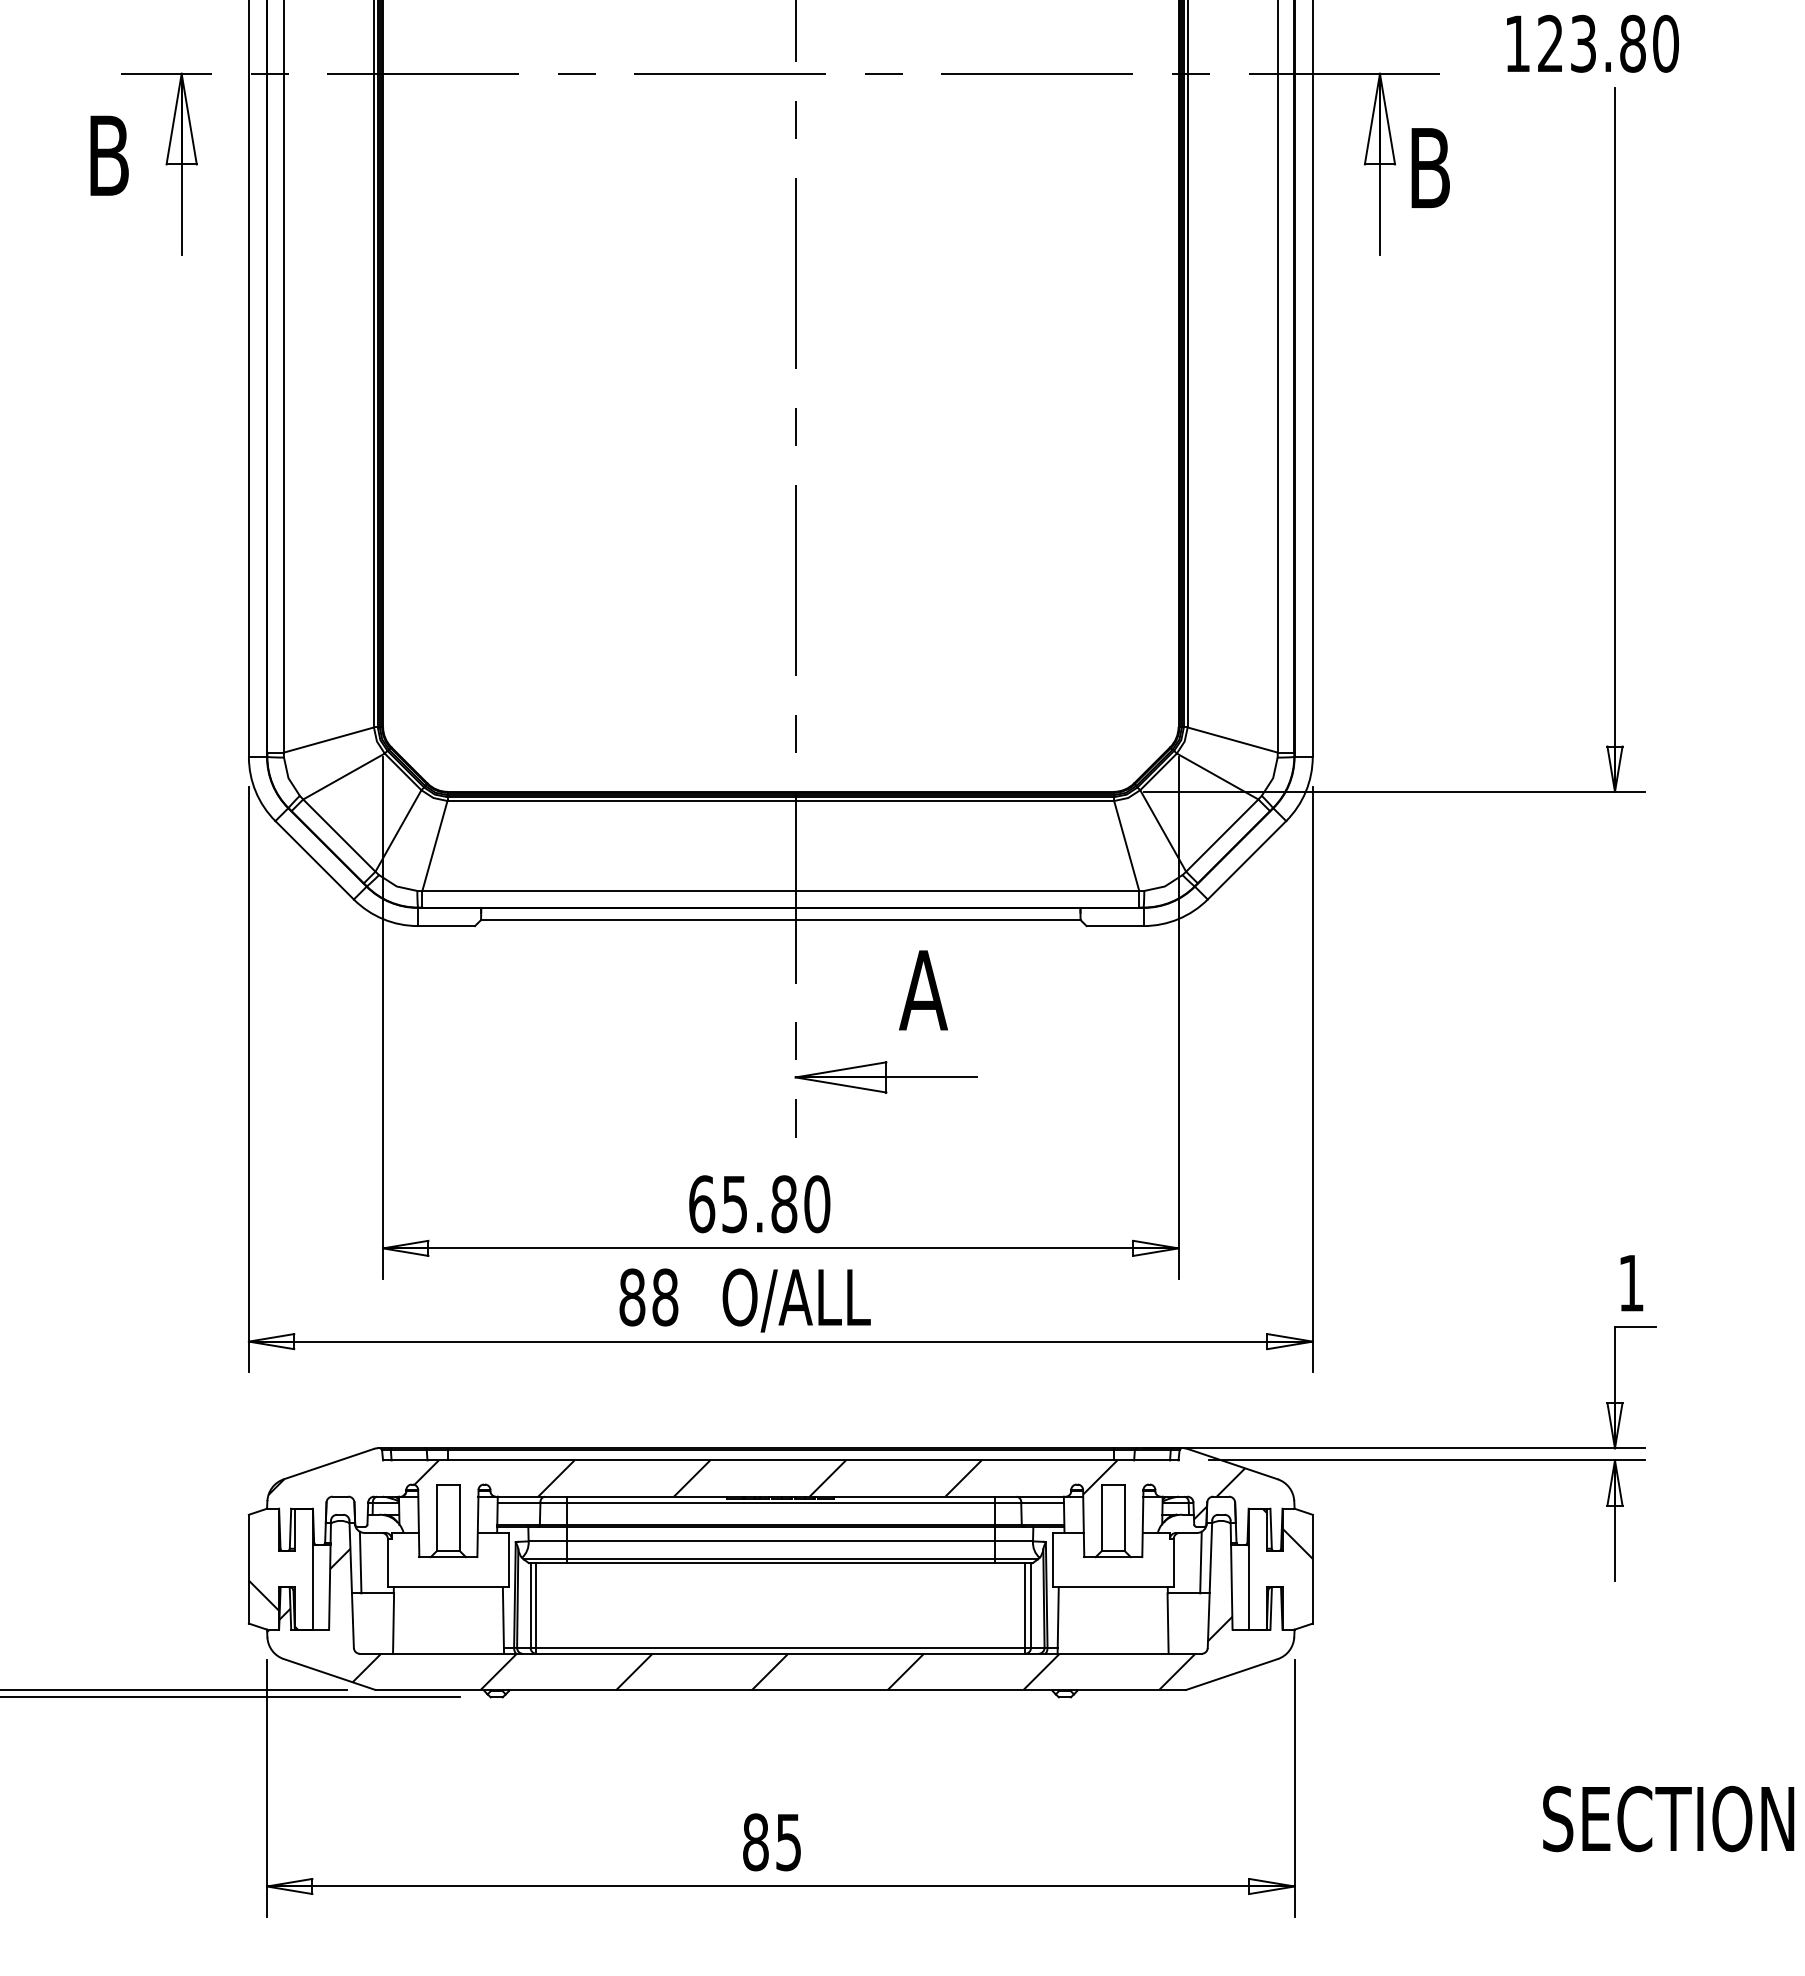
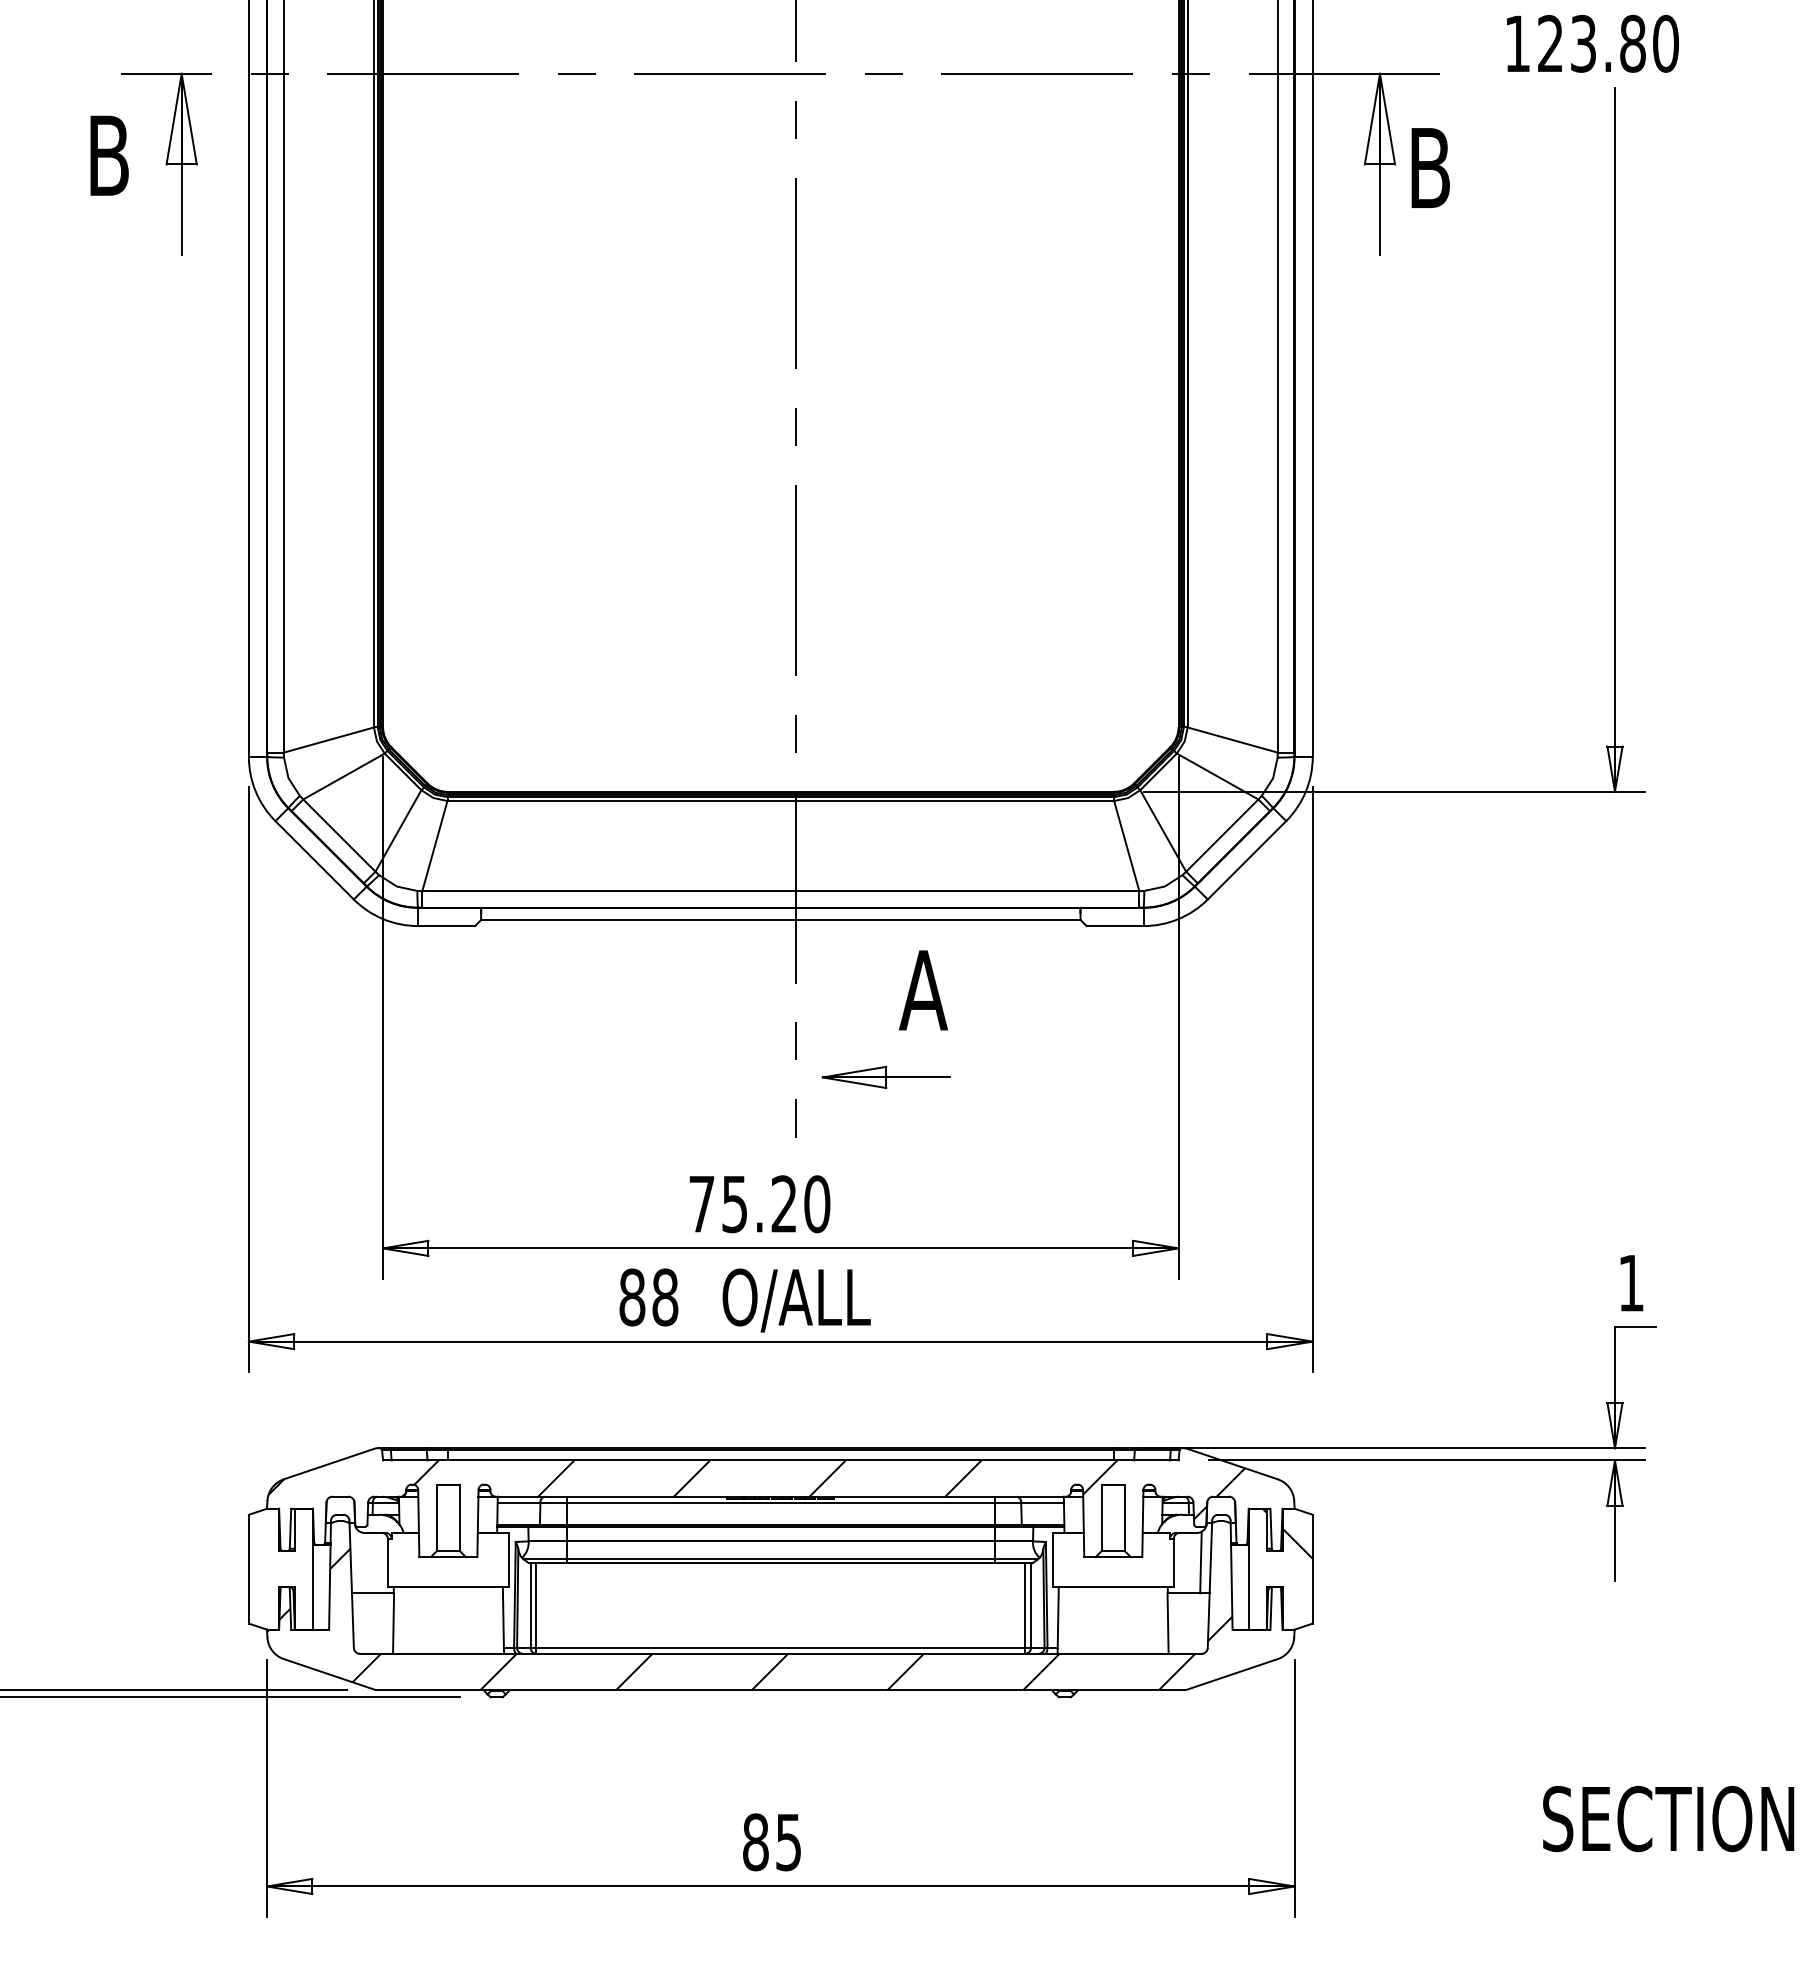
part at (885, 1077) size: 184x33 px -> 130x24 px
text at (743, 1204): 65.80 -> 75.20
line at (360, 1562): present -> none
hatch at (280, 1568): present -> none
